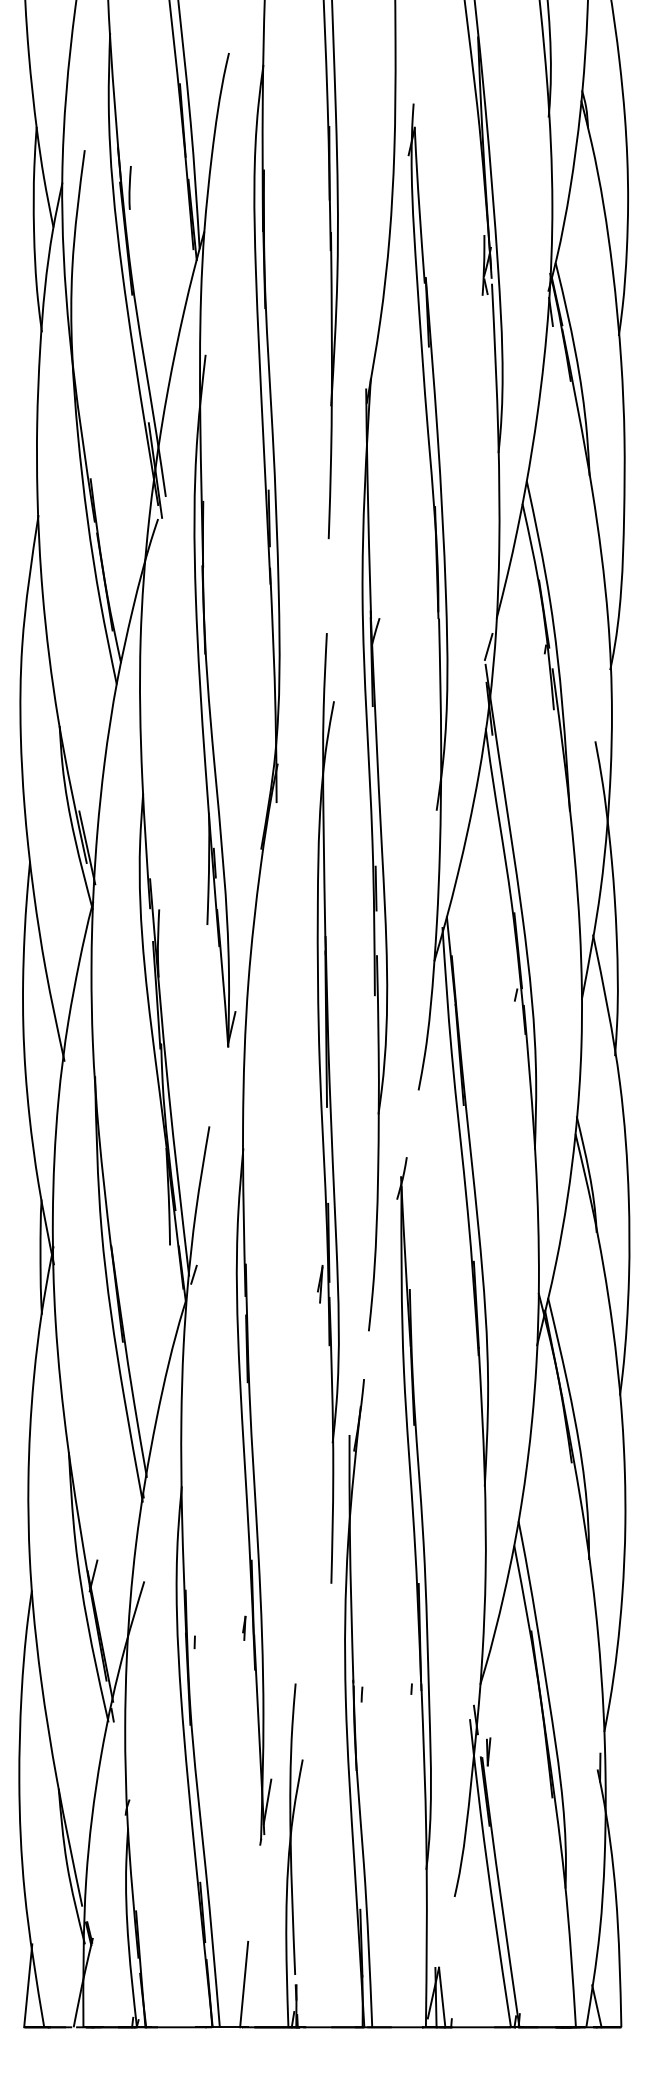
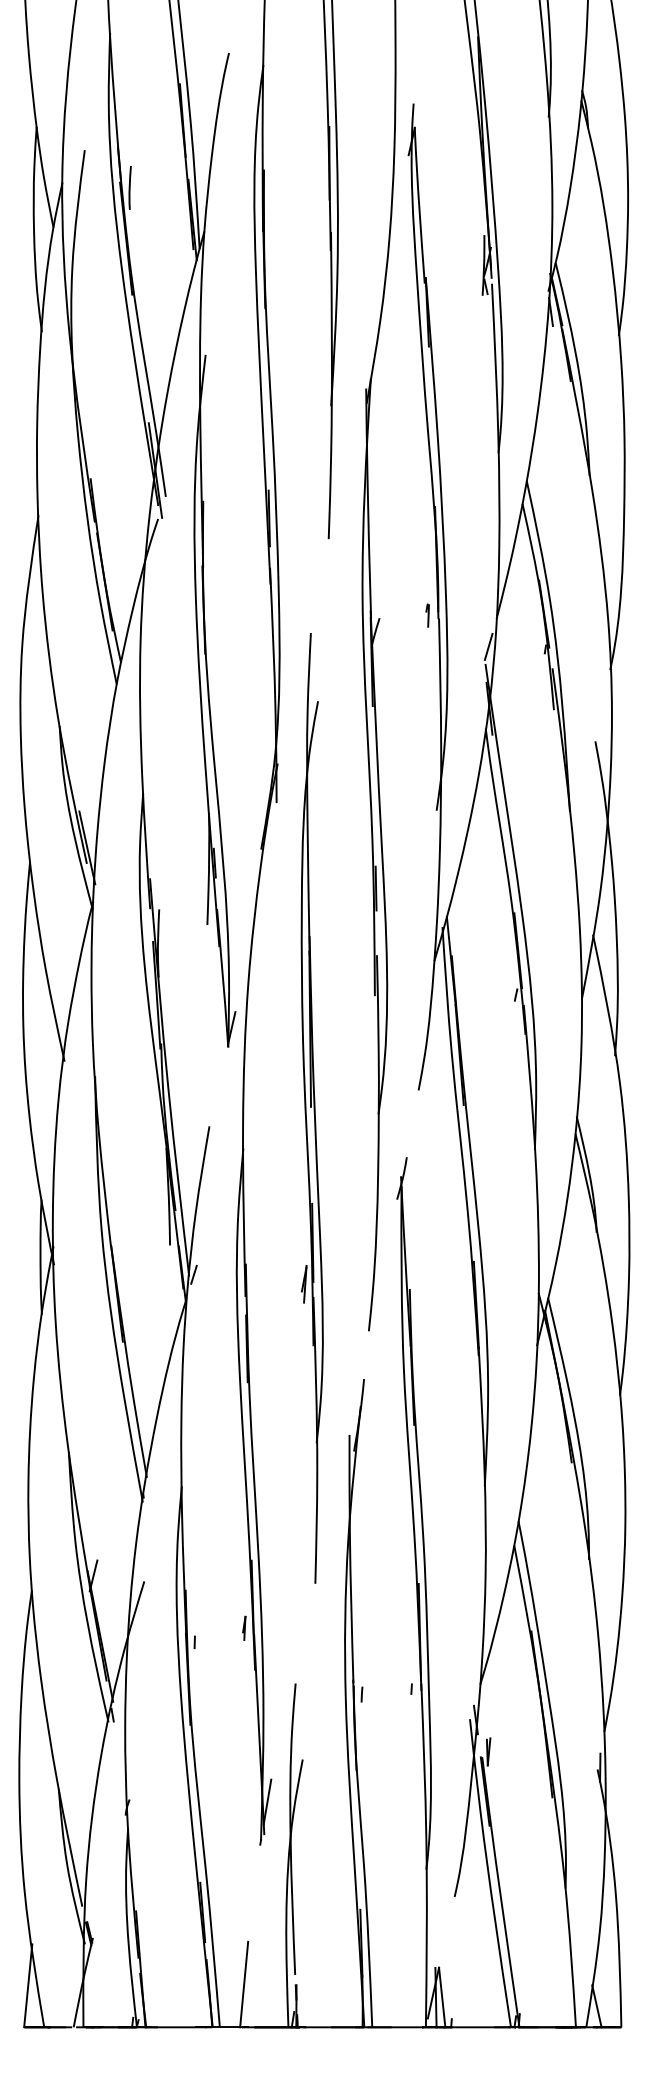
line at (427, 615): none -> present
part at (327, 1108) position: (327, 1108) -> (311, 1108)
